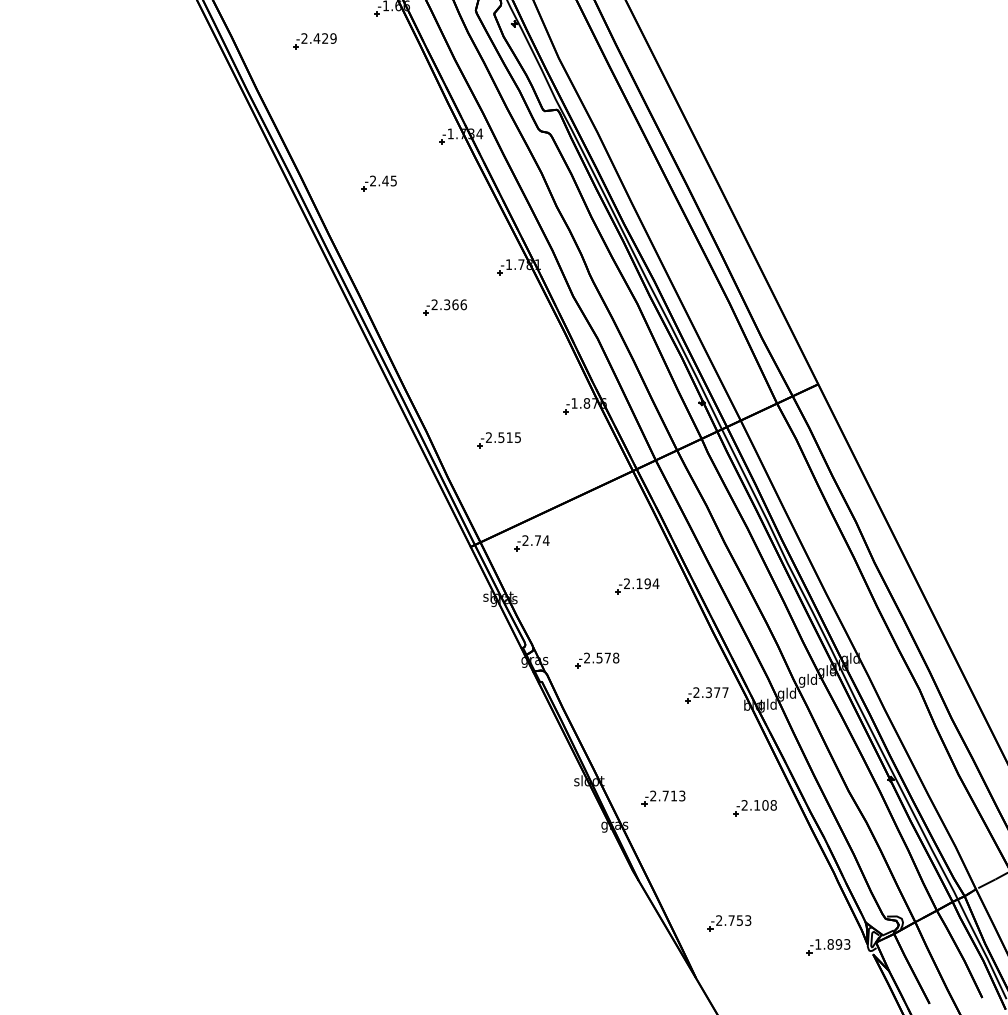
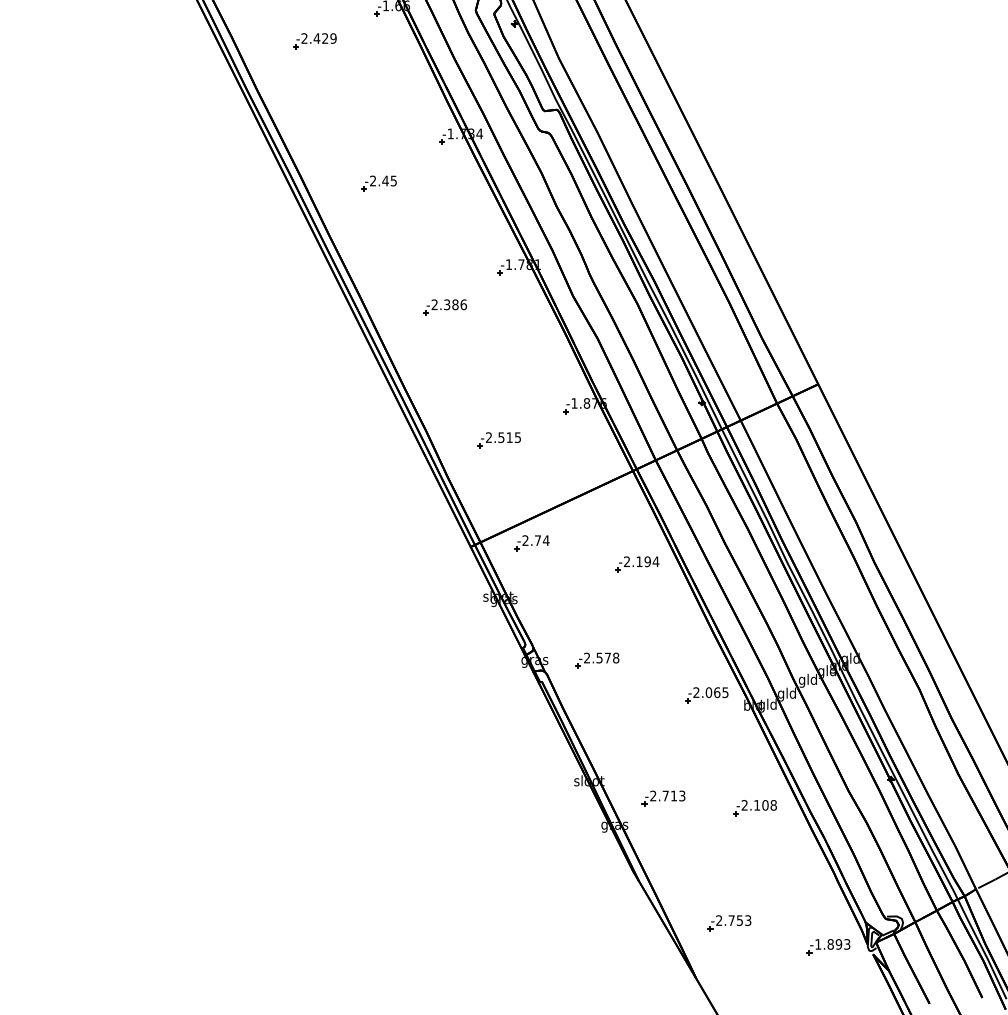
text at (455, 304): -2.366 -> -2.386
part at (637, 586) position: (637, 586) -> (637, 564)
text at (716, 692): -2.377 -> -2.065
